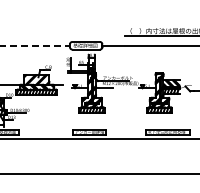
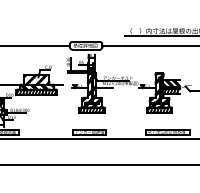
line at (35, 45): dashed -> solid
line at (99, 174) position: (99, 174) -> (99, 165)
